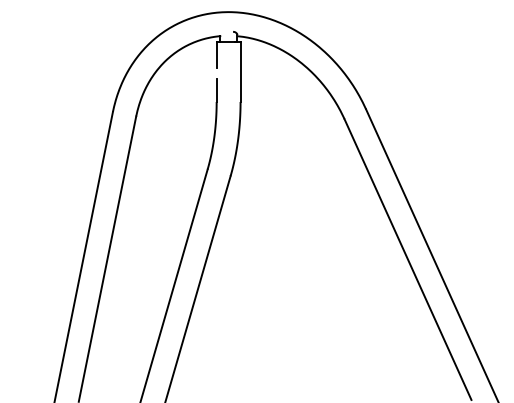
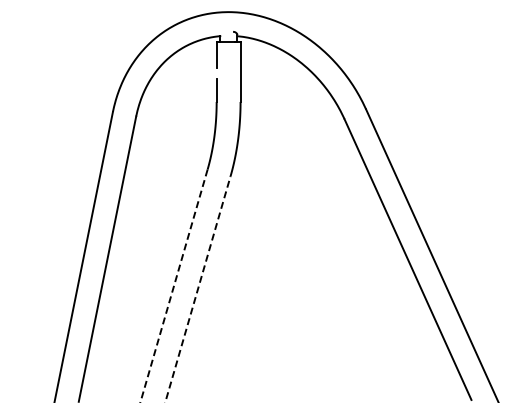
line at (173, 286): solid -> dashed
line at (197, 289): solid -> dashed
